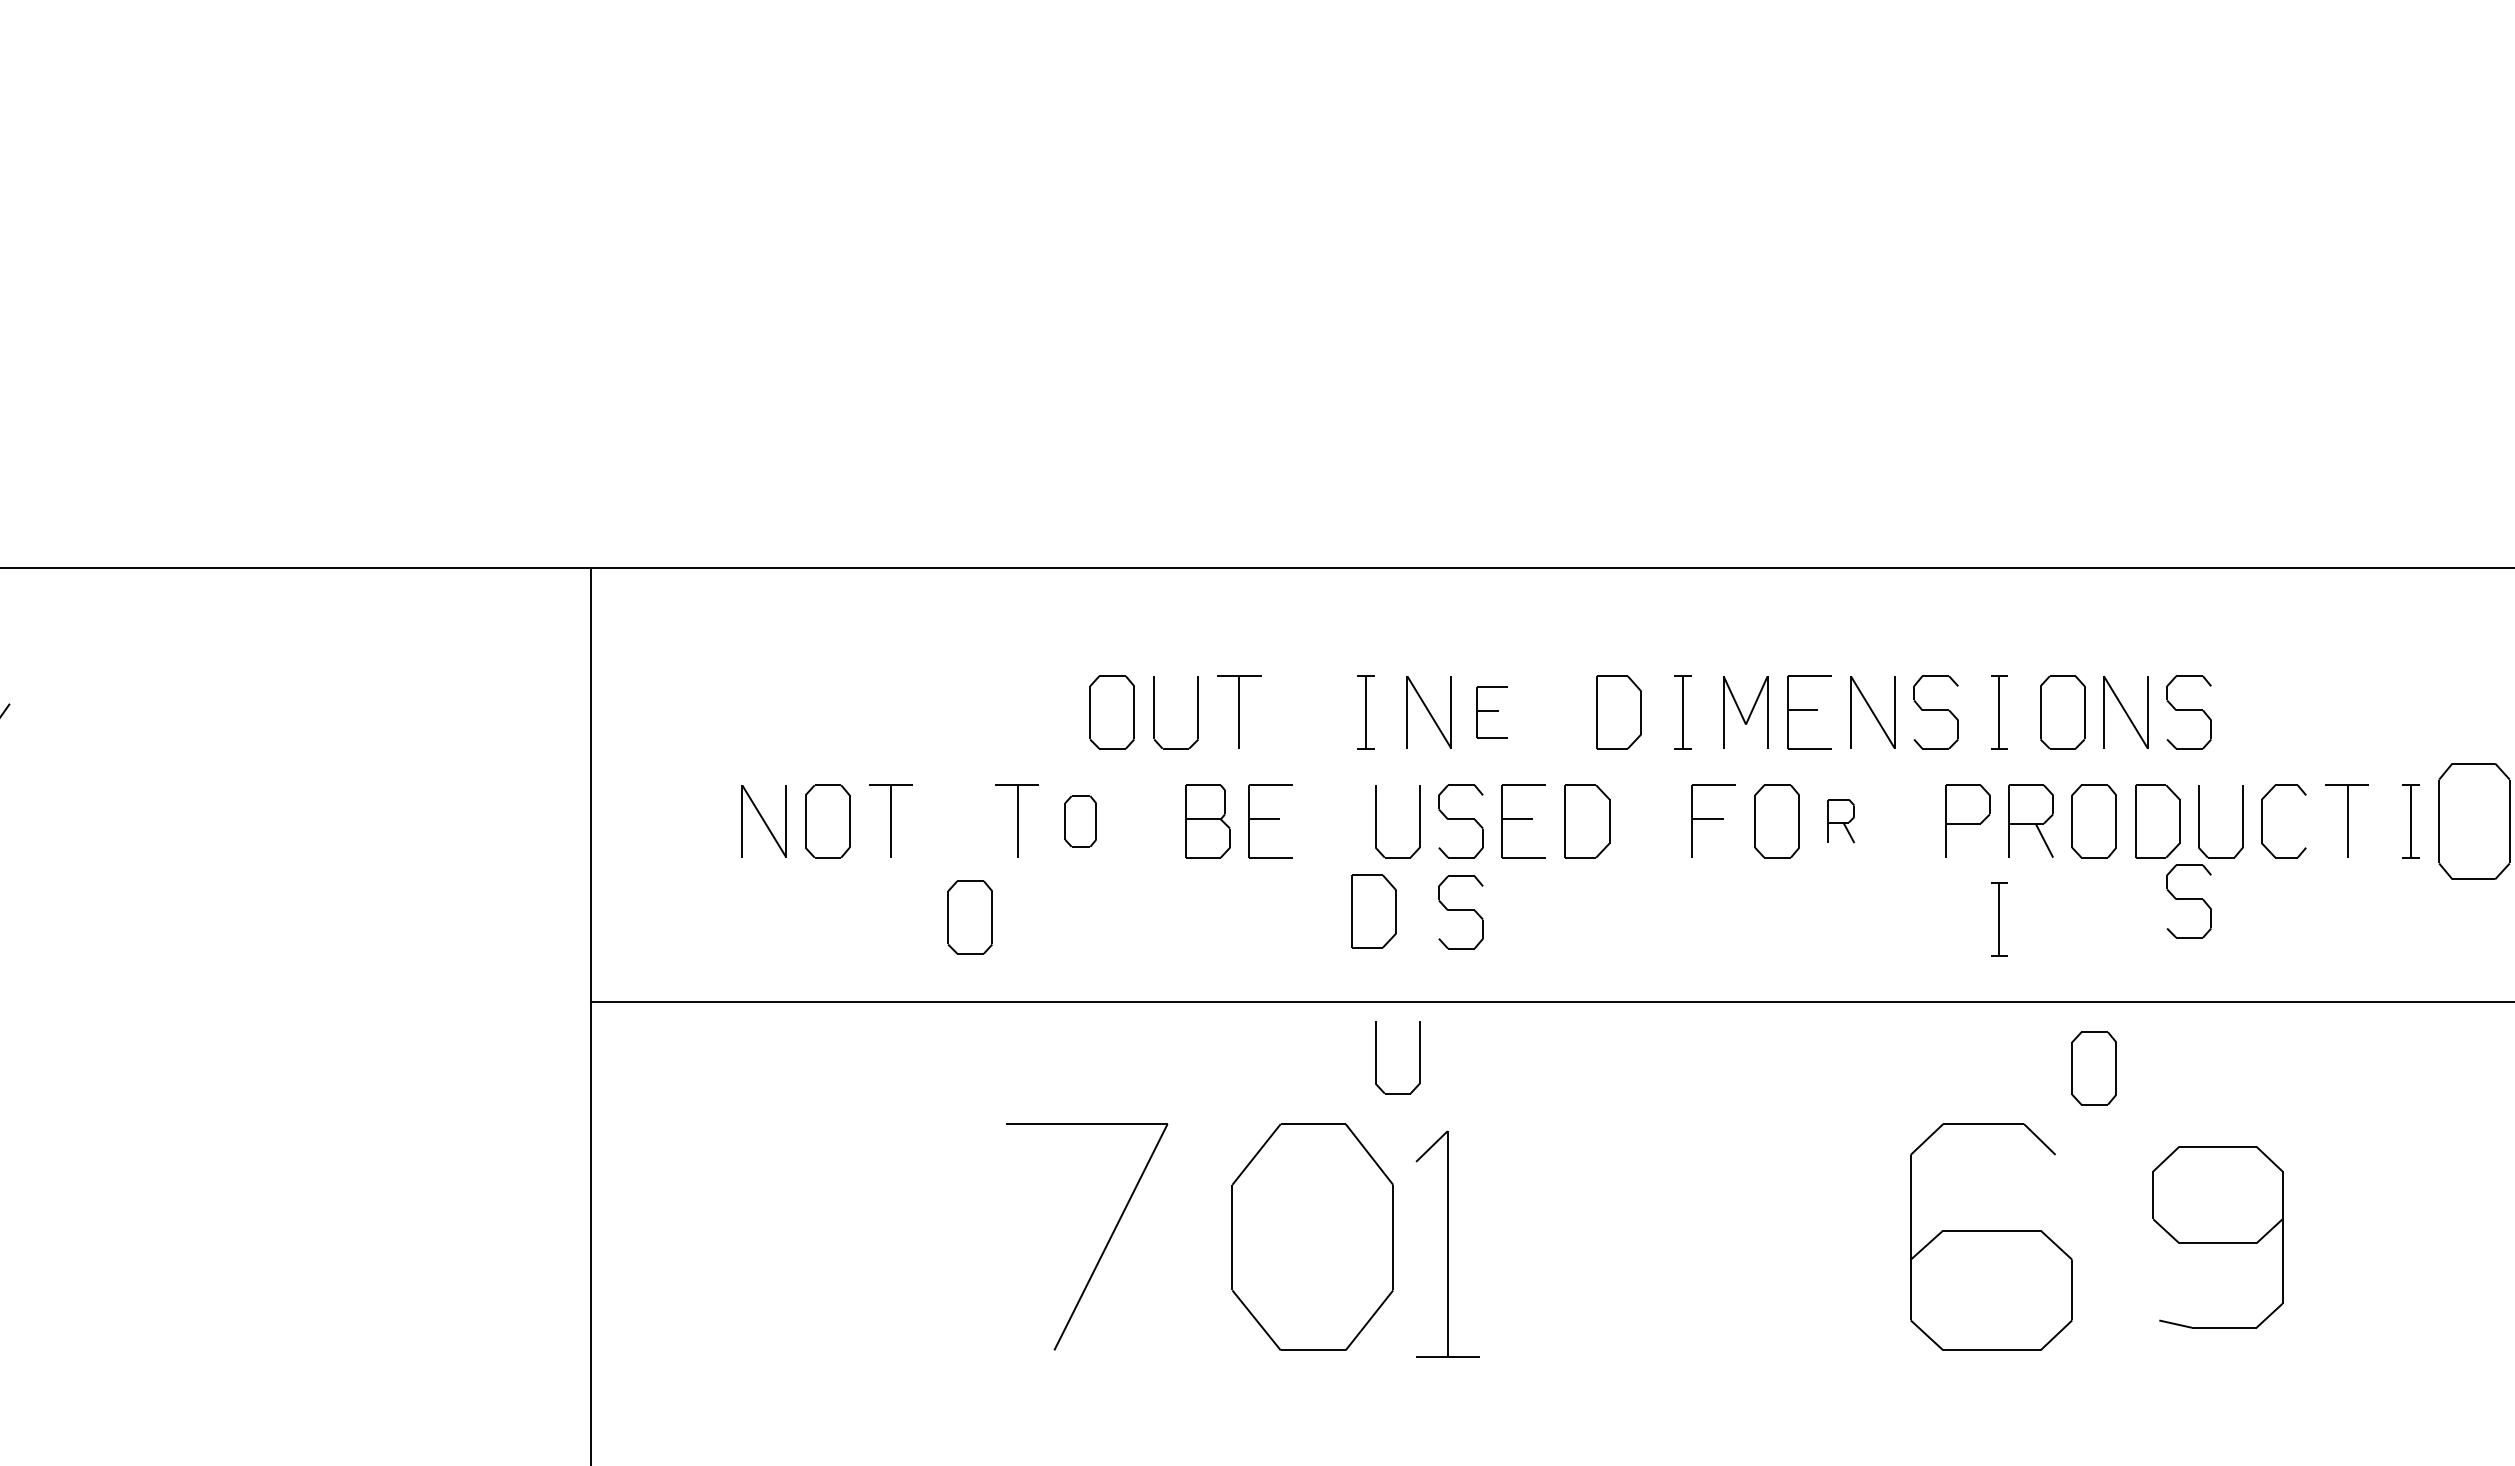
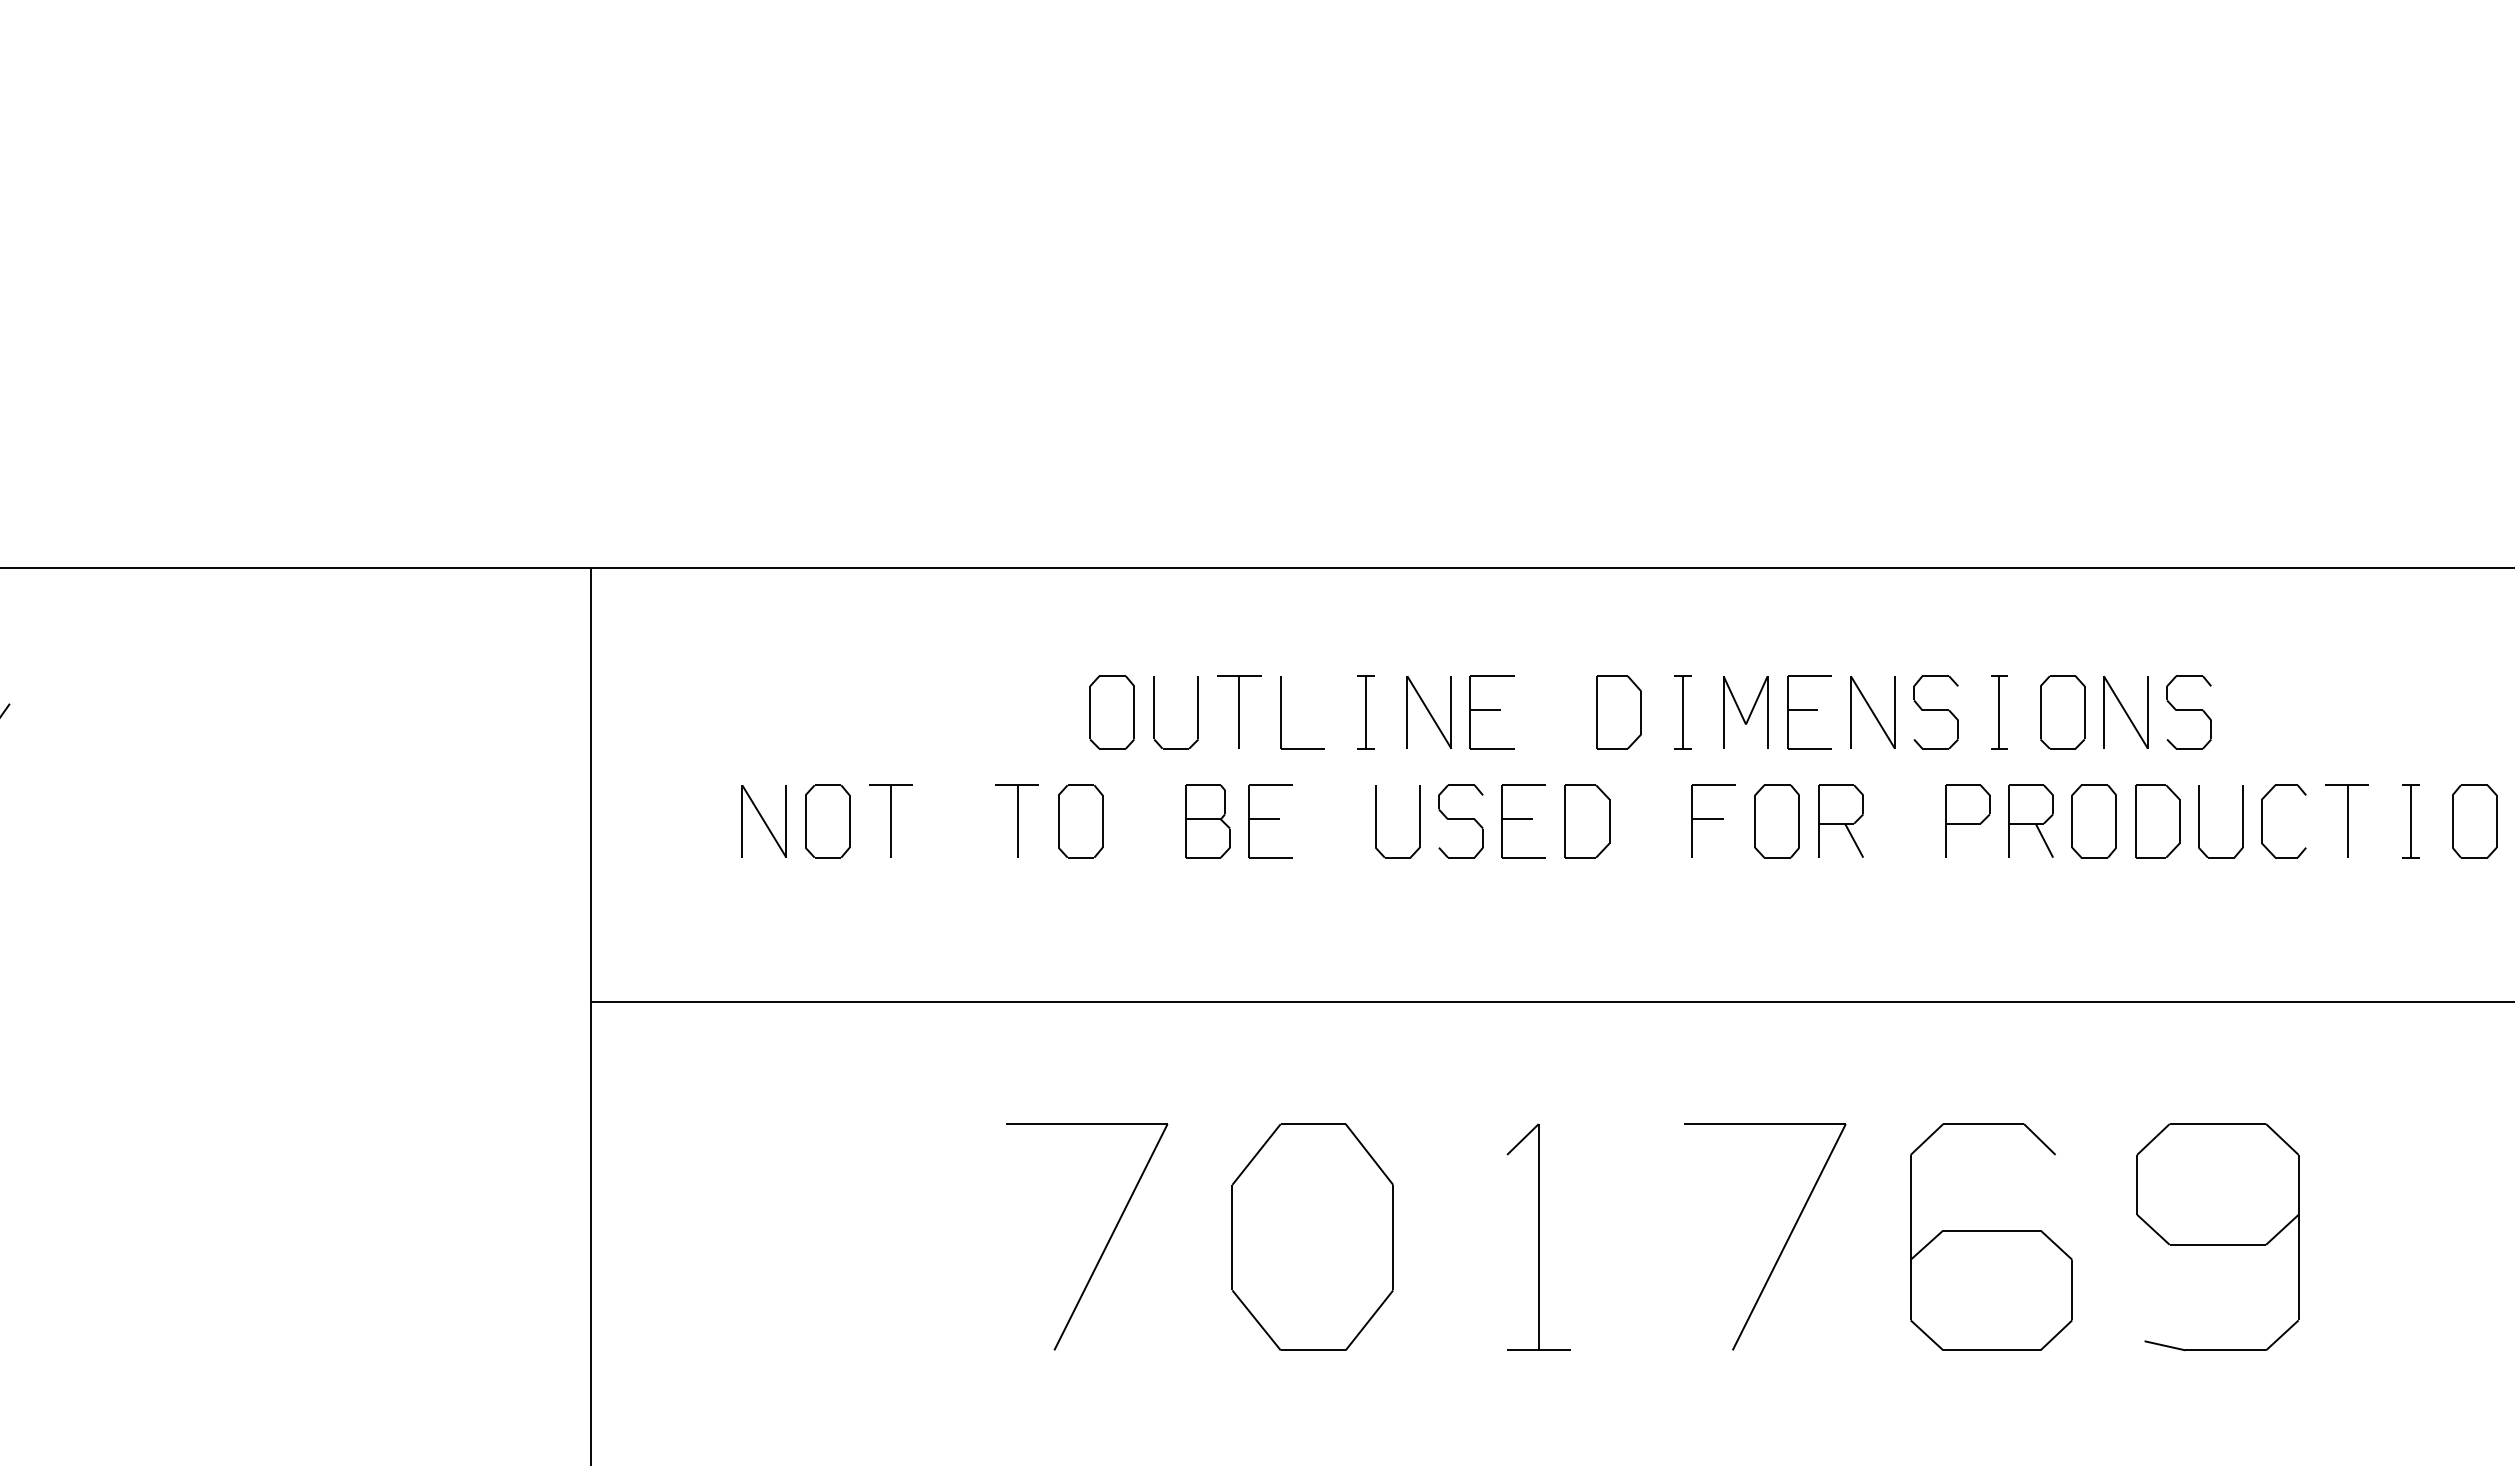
part at (1281, 712): none -> present
part at (1491, 712) size: 32x53 px -> 46x75 px
part at (1080, 821) size: 33x53 px -> 46x75 px
part at (1840, 821) size: 28x45 px -> 46x74 px
part at (2474, 821) size: 73x117 px -> 46x75 px
part at (2188, 901): present -> none
part at (1373, 911): present -> none
part at (1460, 912): present -> none
part at (969, 917): present -> none
part at (1999, 919): present -> none
part at (1376, 1057): present -> none
part at (2093, 1068): present -> none
part at (2217, 1237) size: 132x183 px -> 164x229 px
part at (1447, 1243) position: (1447, 1243) -> (1538, 1236)
part at (1783, 1246): none -> present
